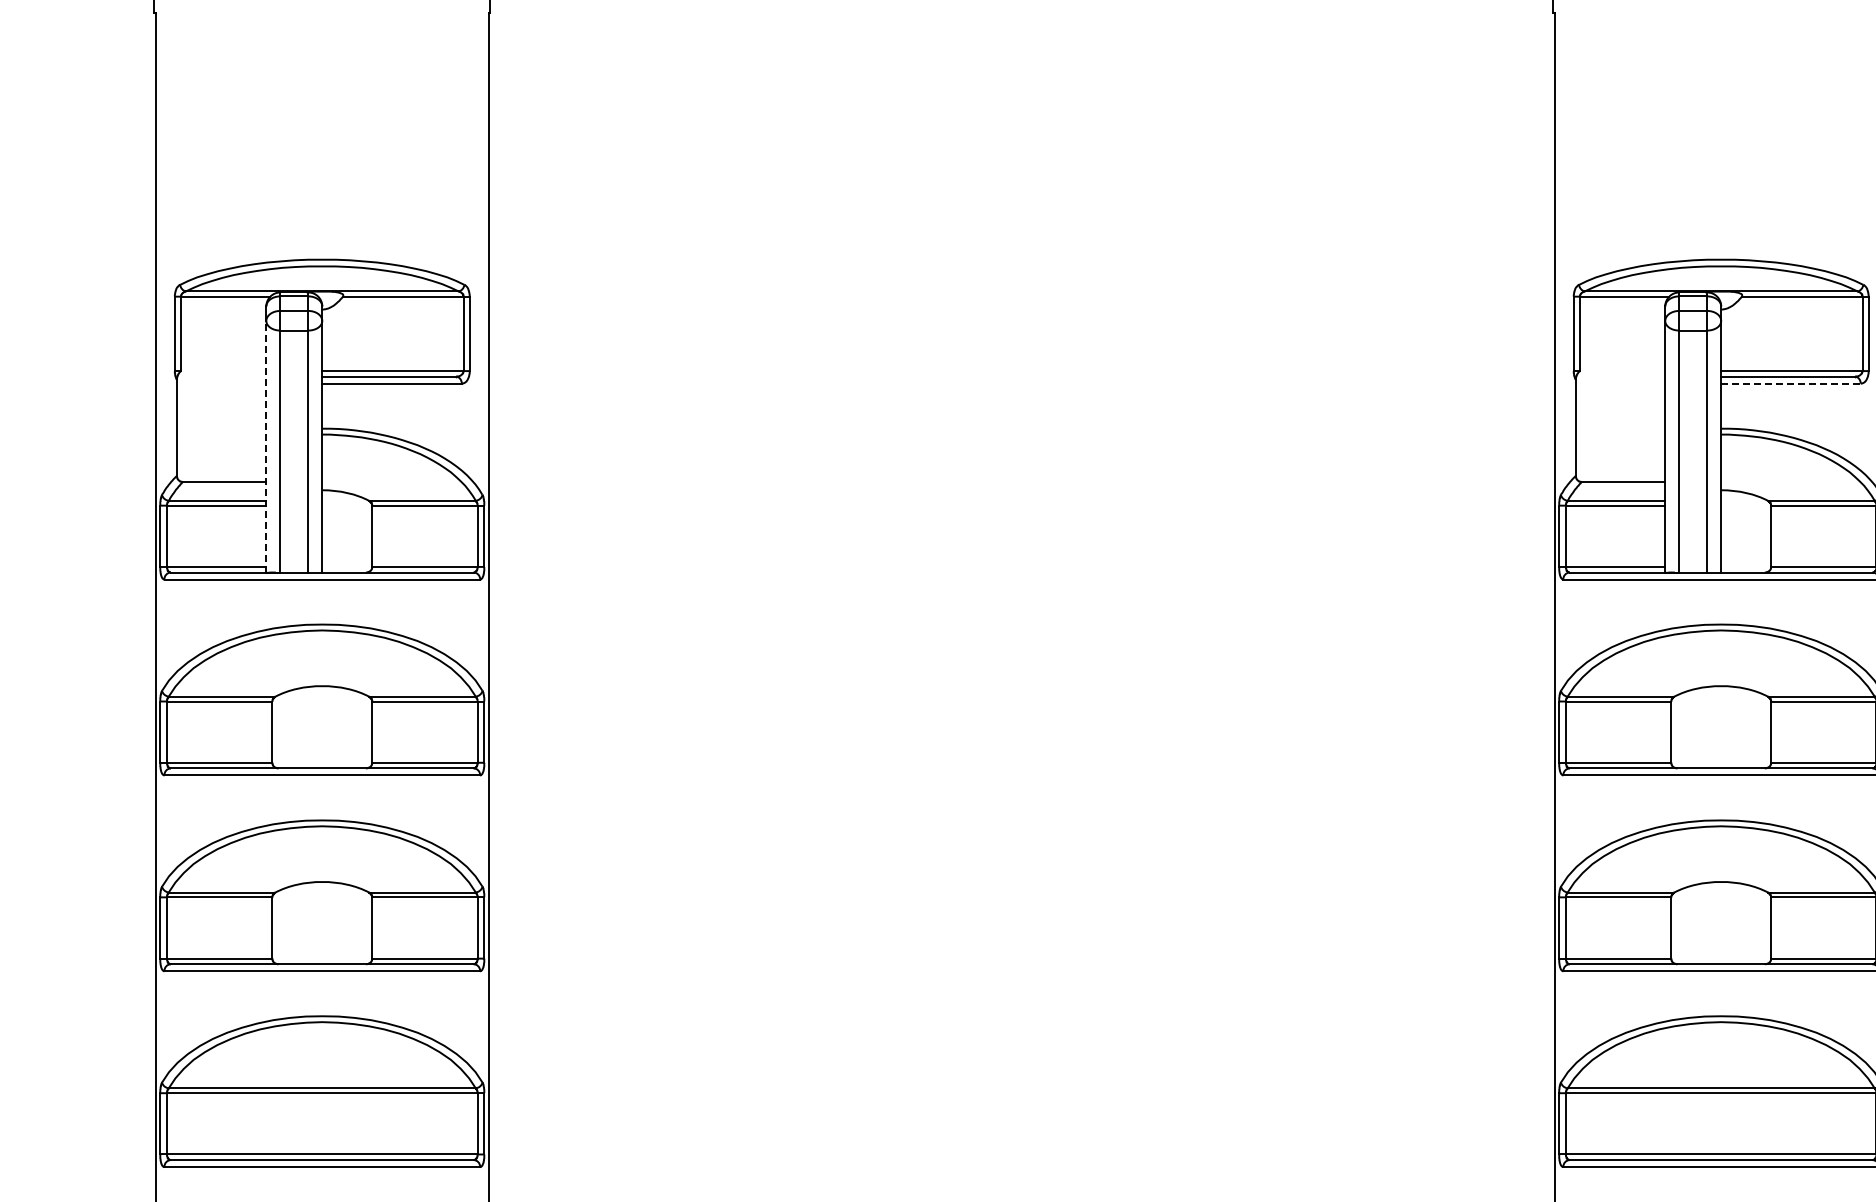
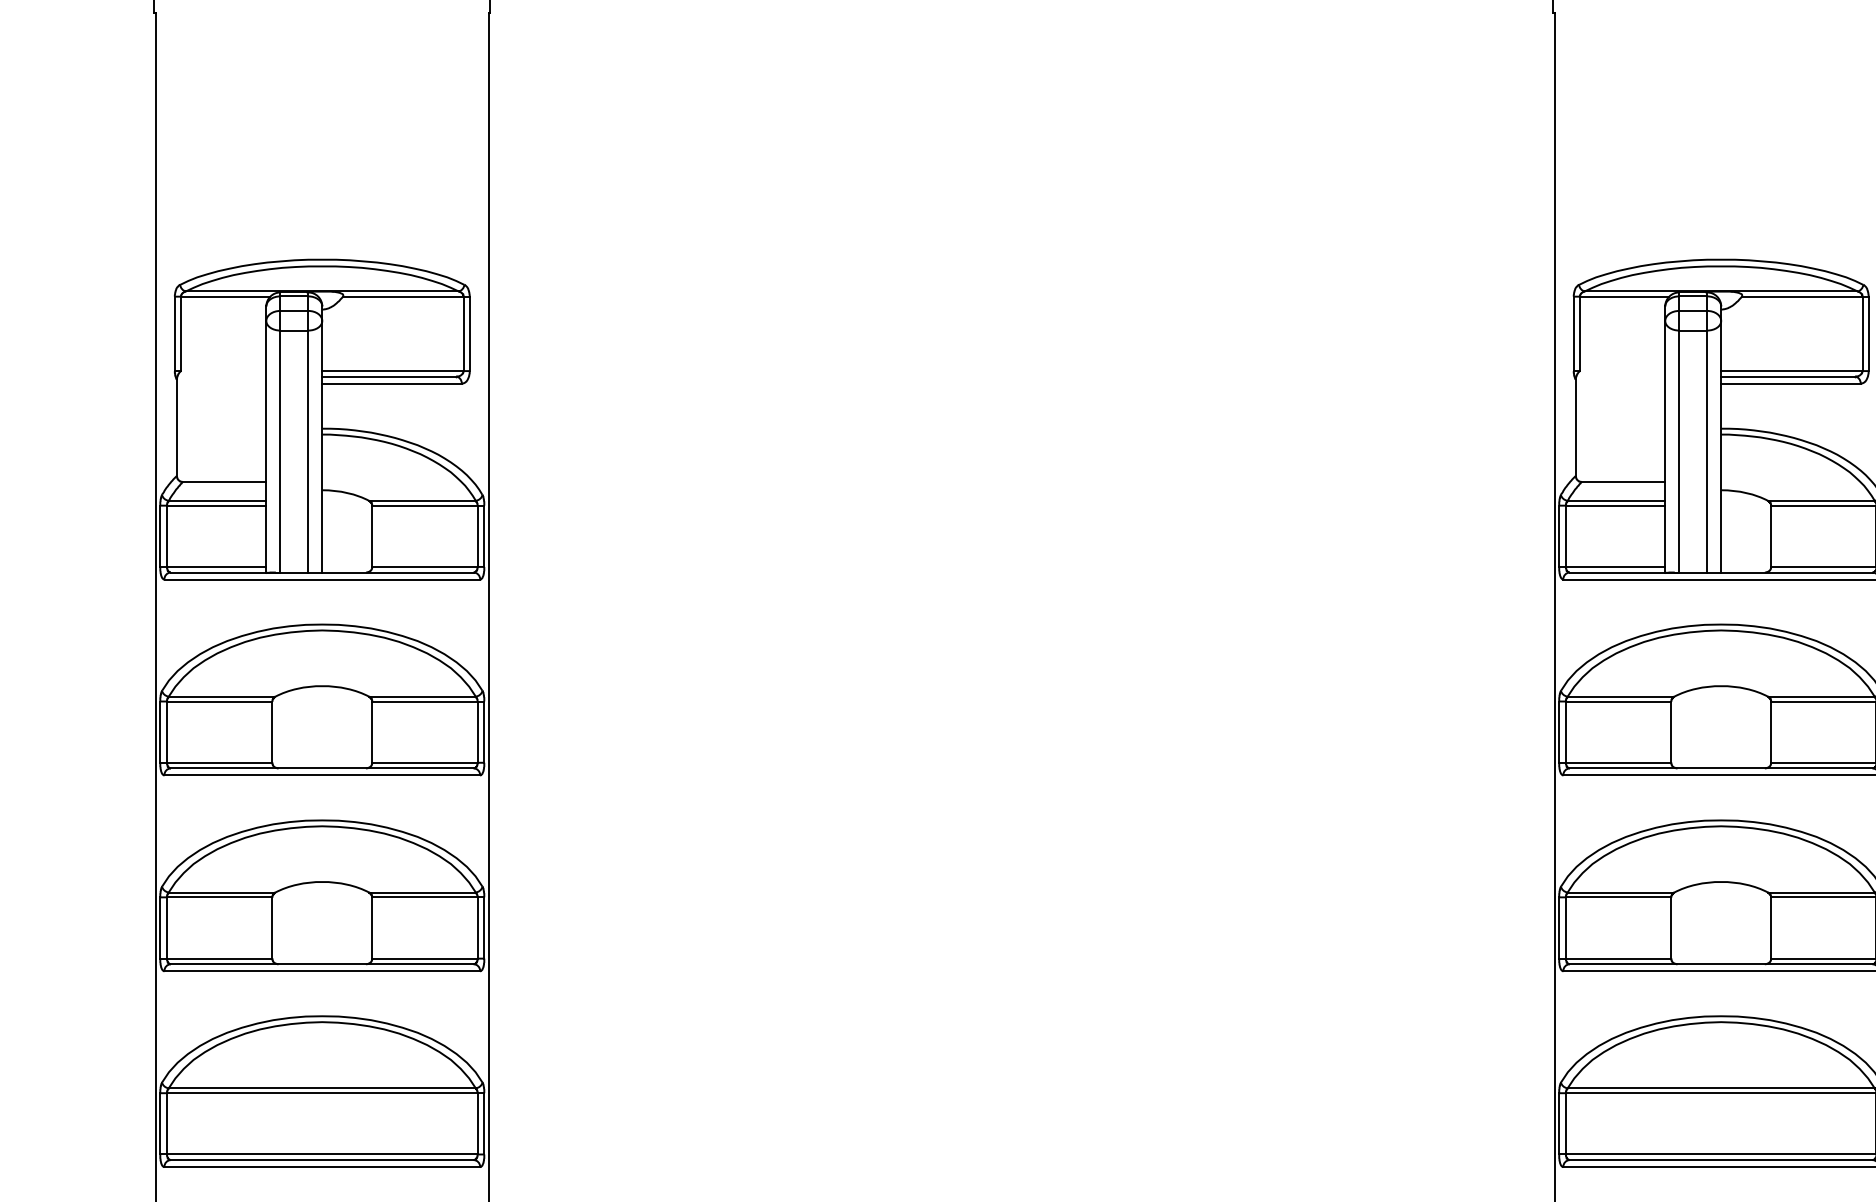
line at (1791, 383): dashed -> solid
line at (266, 446): dashed -> solid
